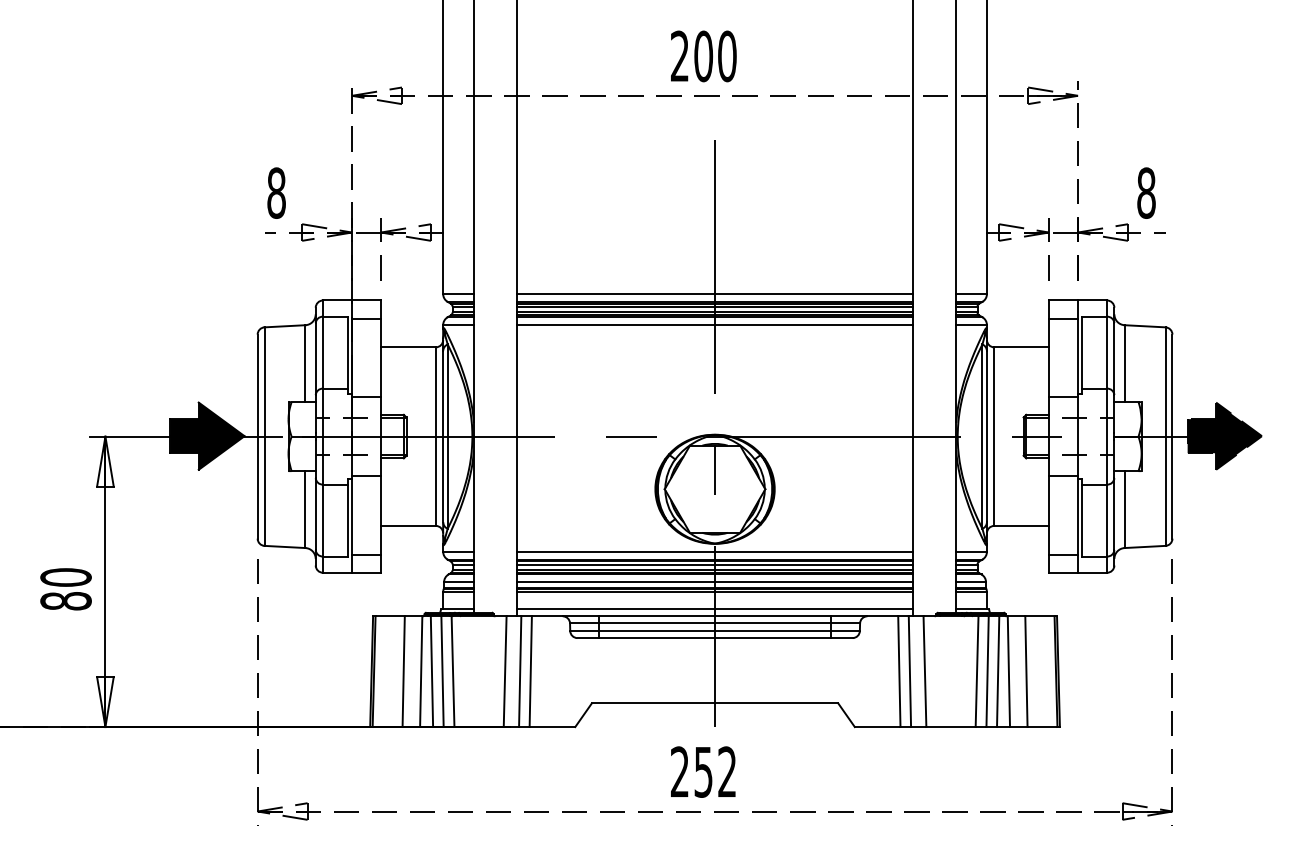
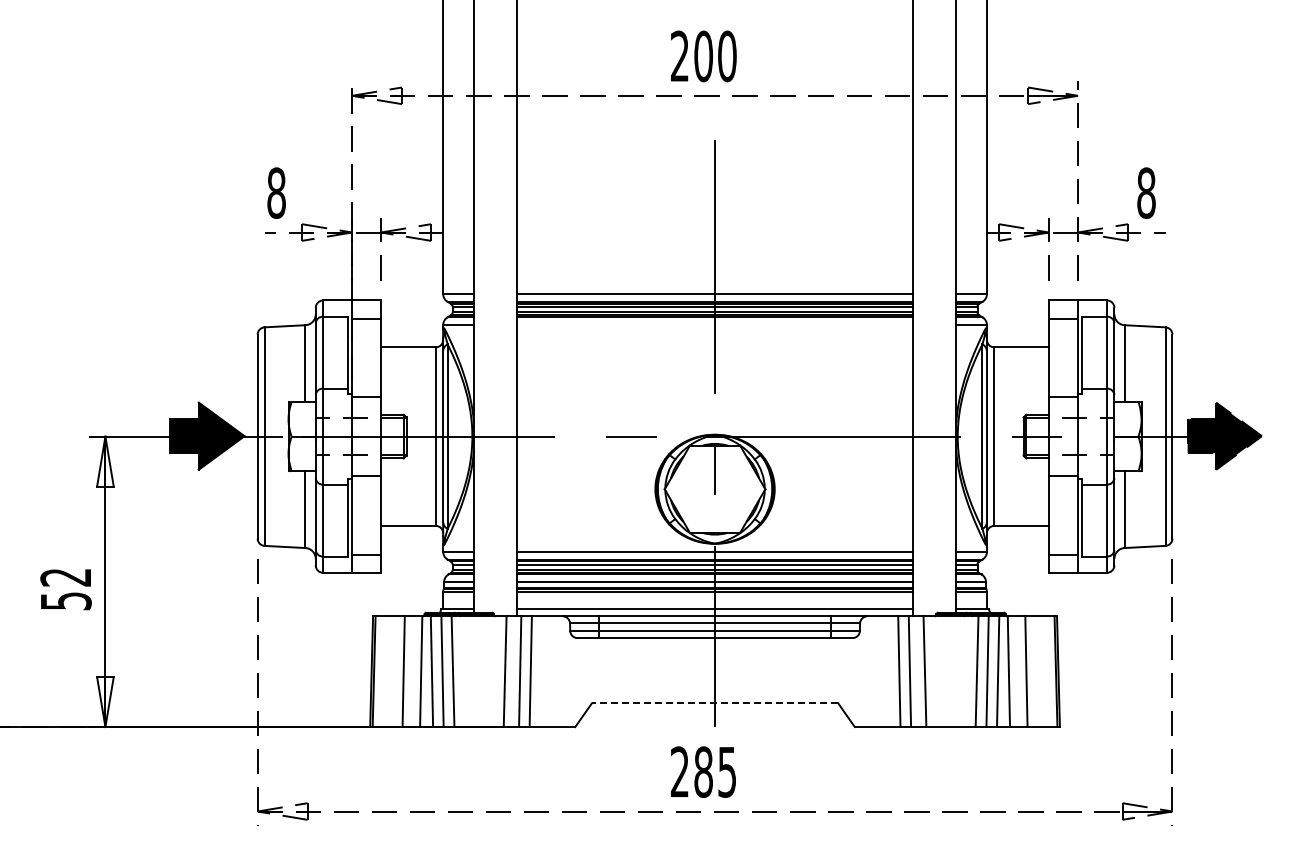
line at (714, 325): present -> none
text at (65, 589): 80 -> 52
line at (714, 703): solid -> dashed
text at (714, 771): 252 -> 285
